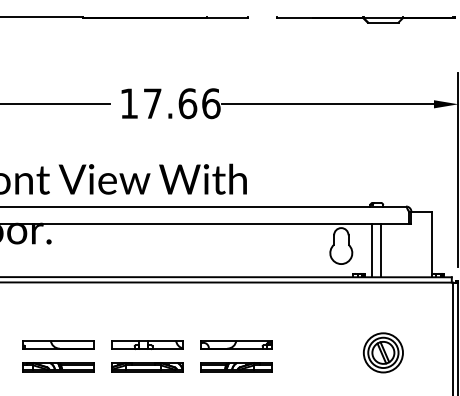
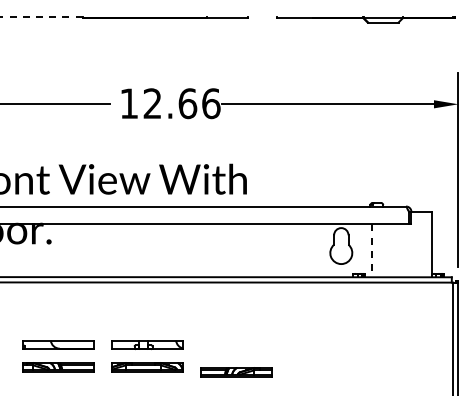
line at (41, 17): solid -> dashed
text at (152, 103): 17.66 -> 12.66
line at (381, 250): present -> none
line at (372, 251): solid -> dashed
part at (236, 344): present -> none
part at (383, 352): present -> none
part at (236, 367) position: (236, 367) -> (236, 372)
